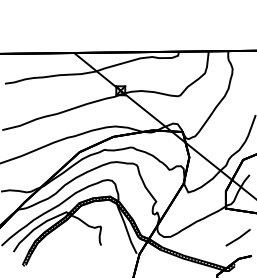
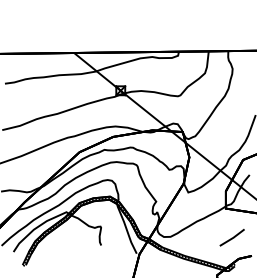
line at (237, 237) position: (237, 237) -> (231, 237)
